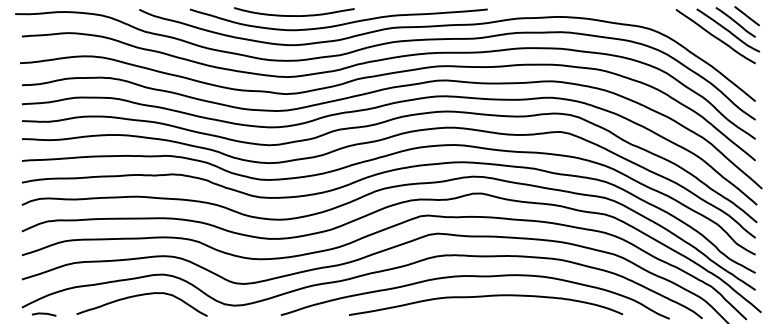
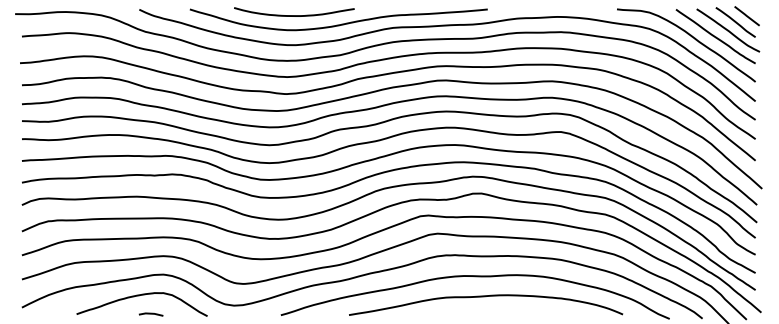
curve at (691, 37): none -> present
line at (43, 314) position: (43, 314) -> (150, 314)
